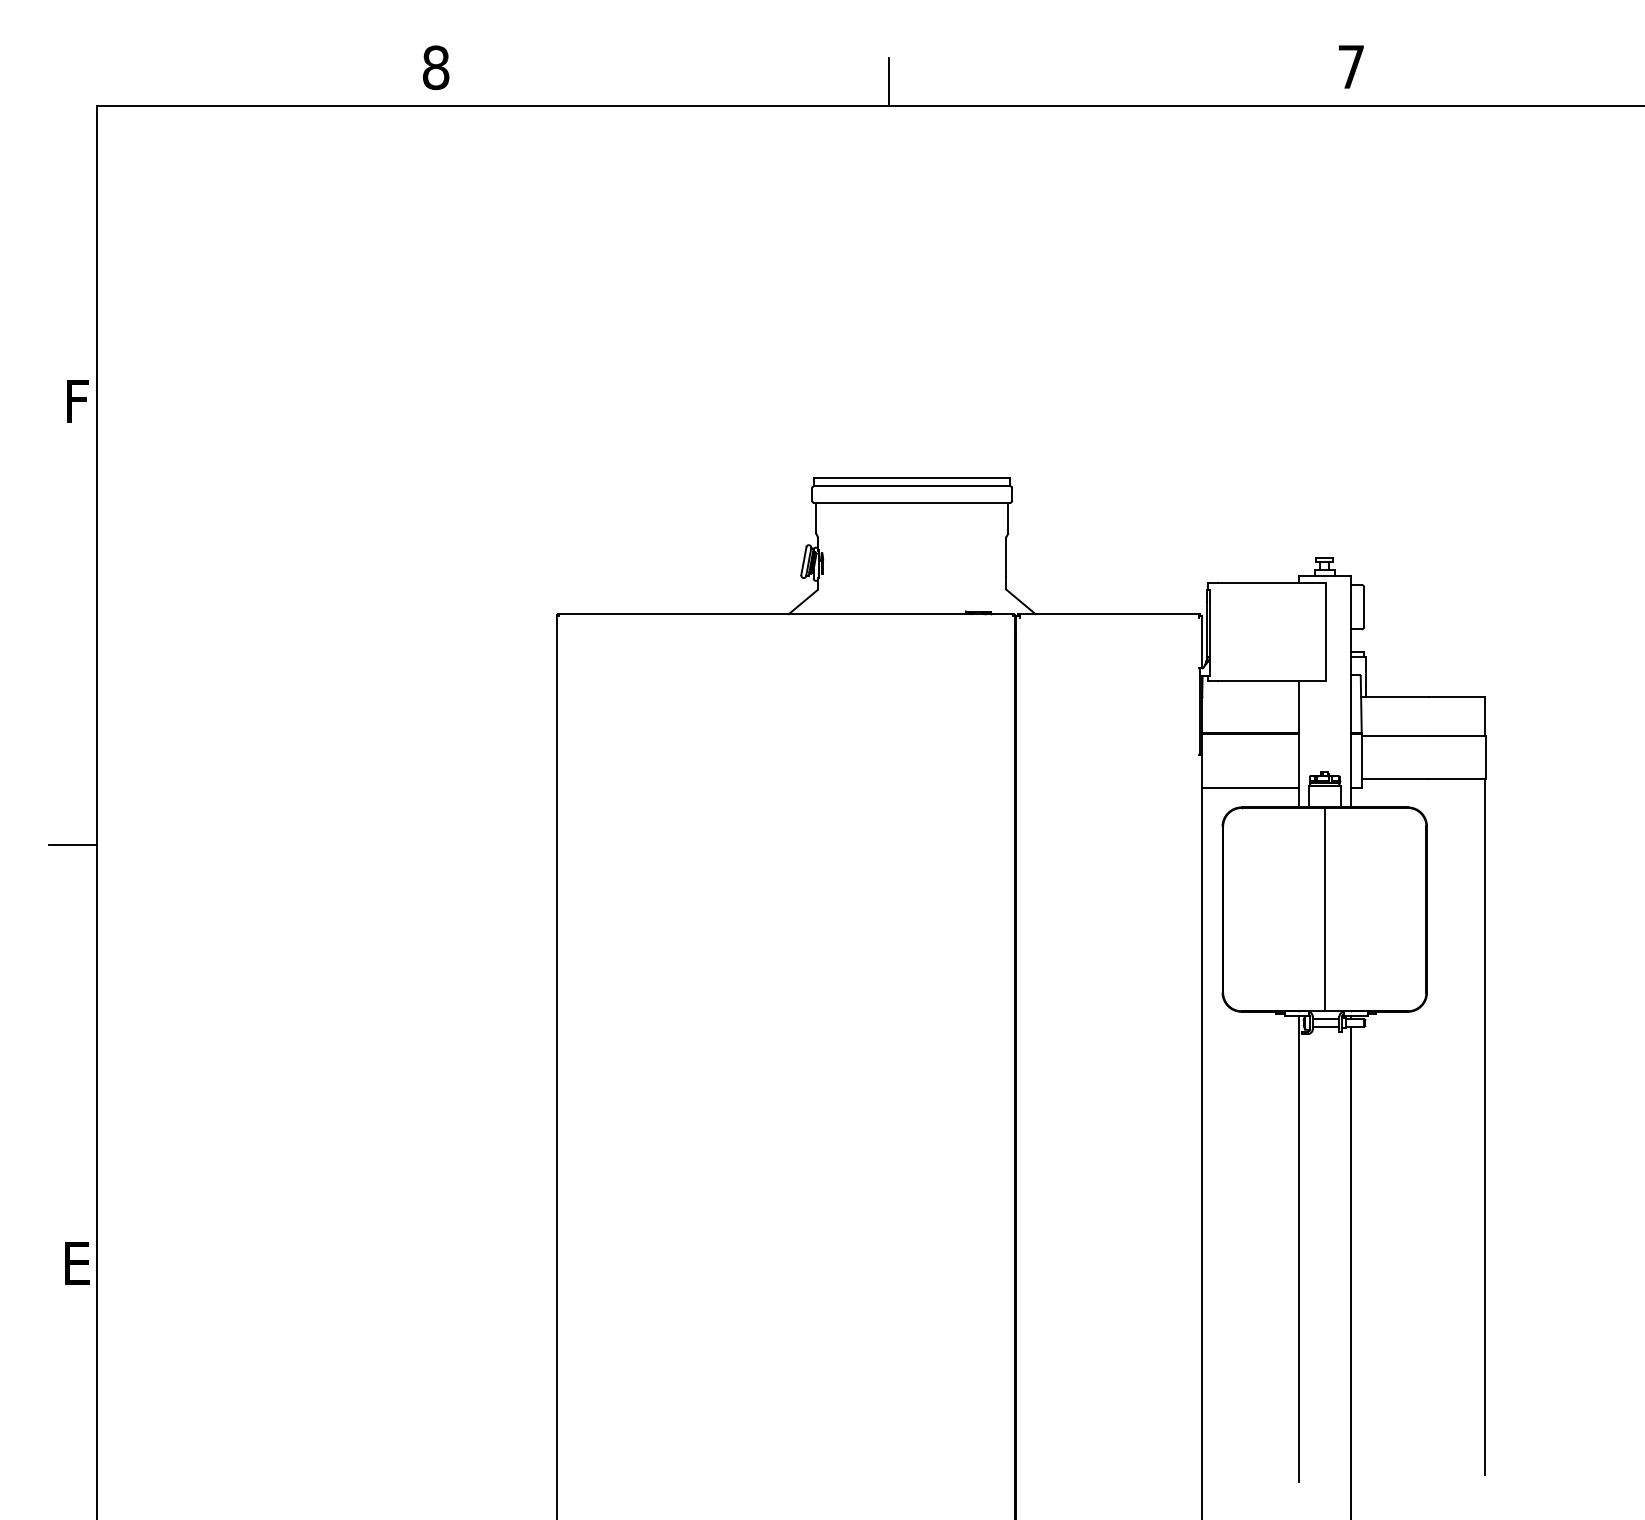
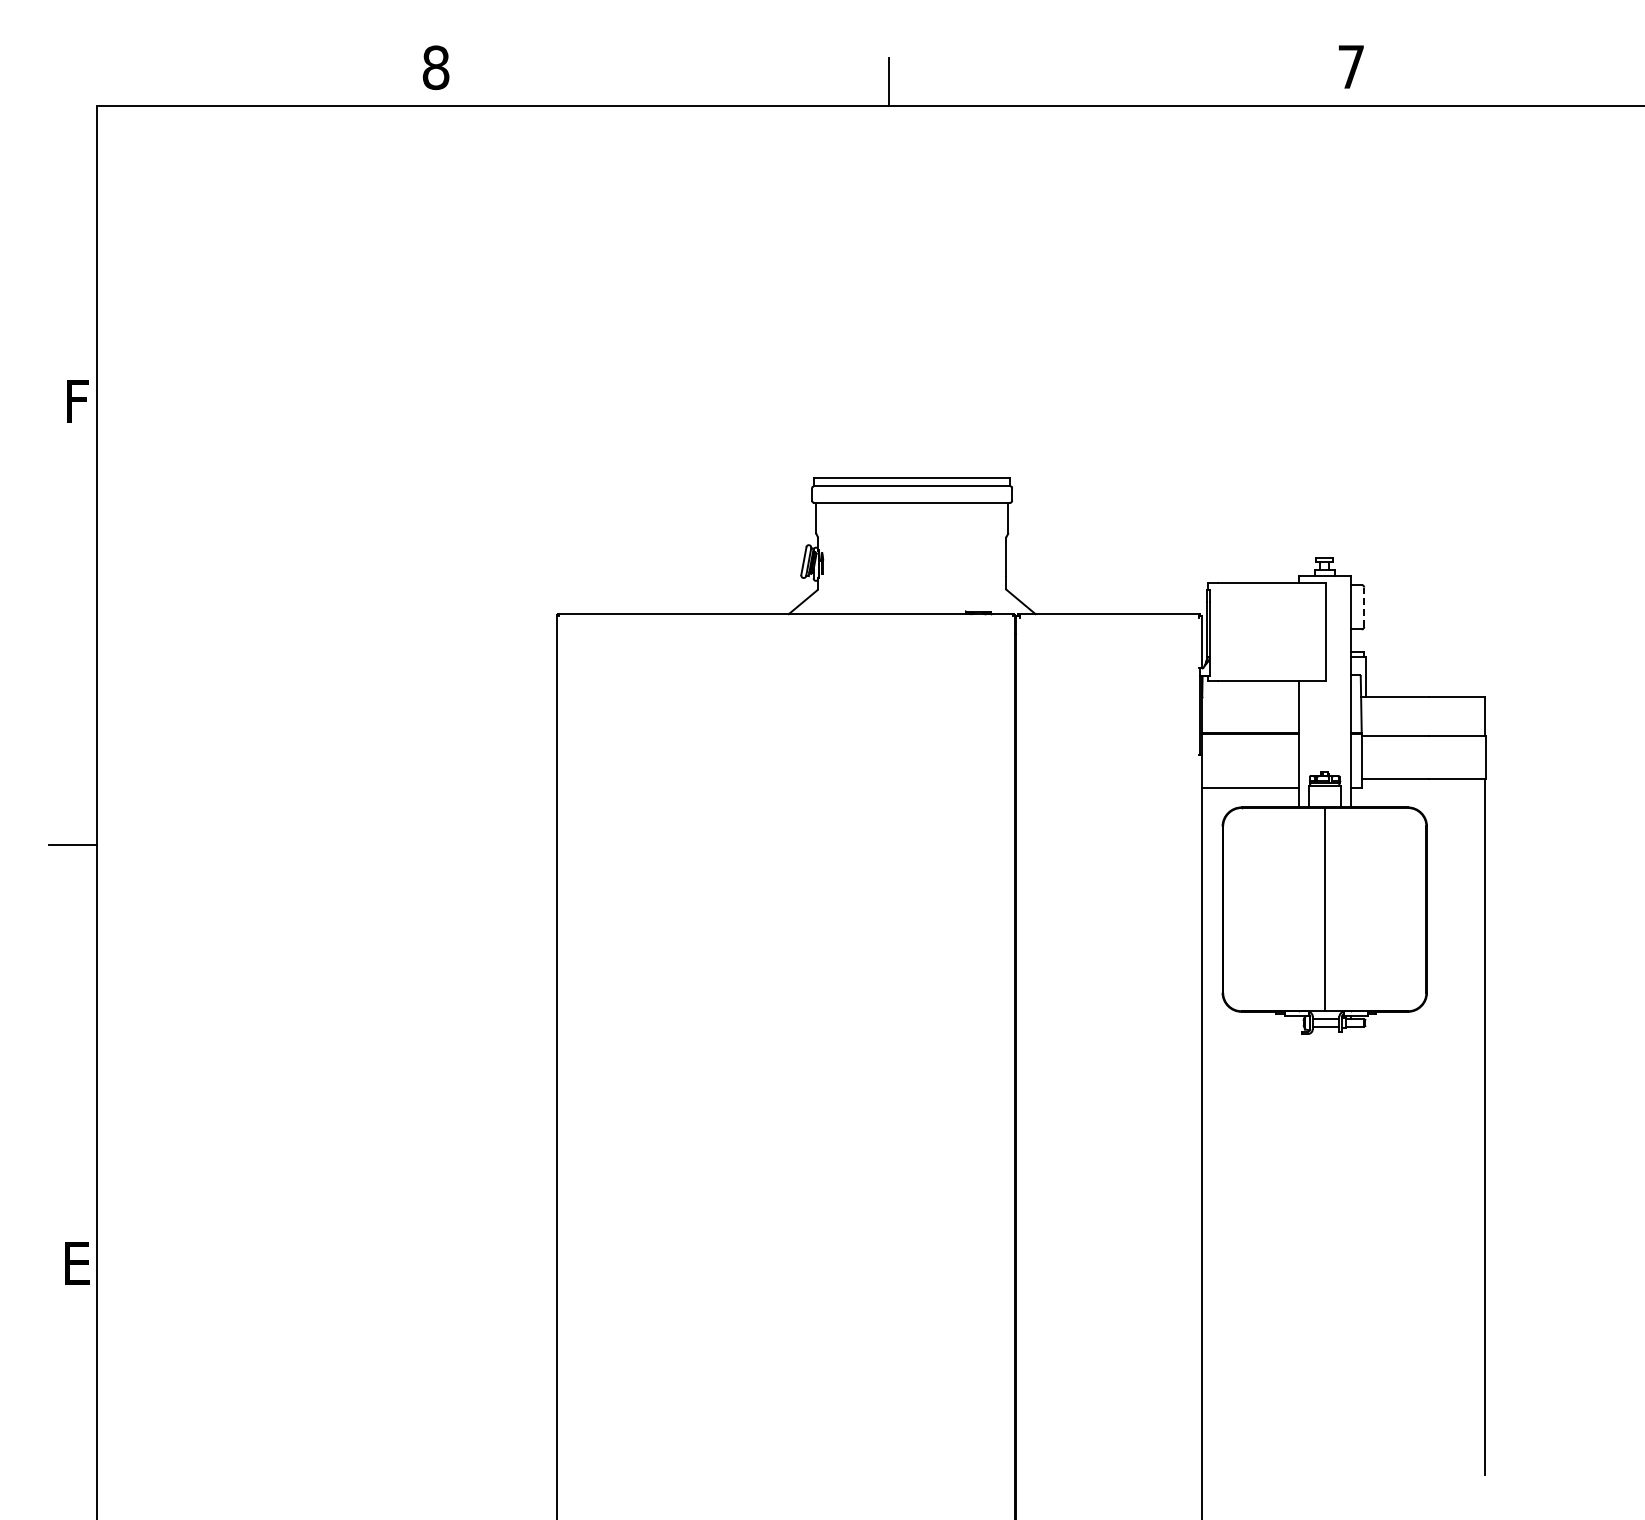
line at (1364, 607): solid -> dashed
line at (1298, 1248): present -> none
line at (1350, 1271): present -> none
